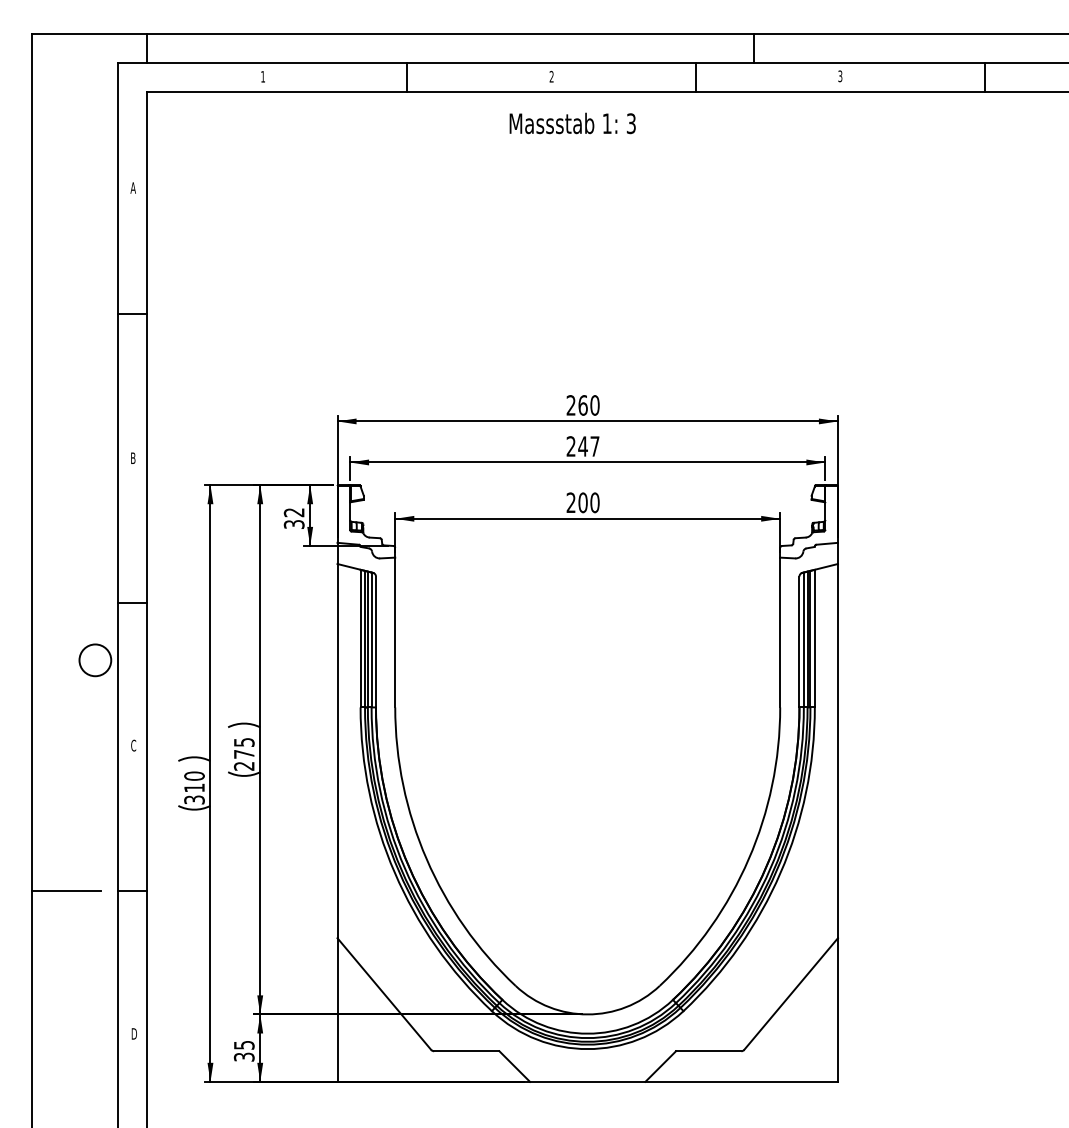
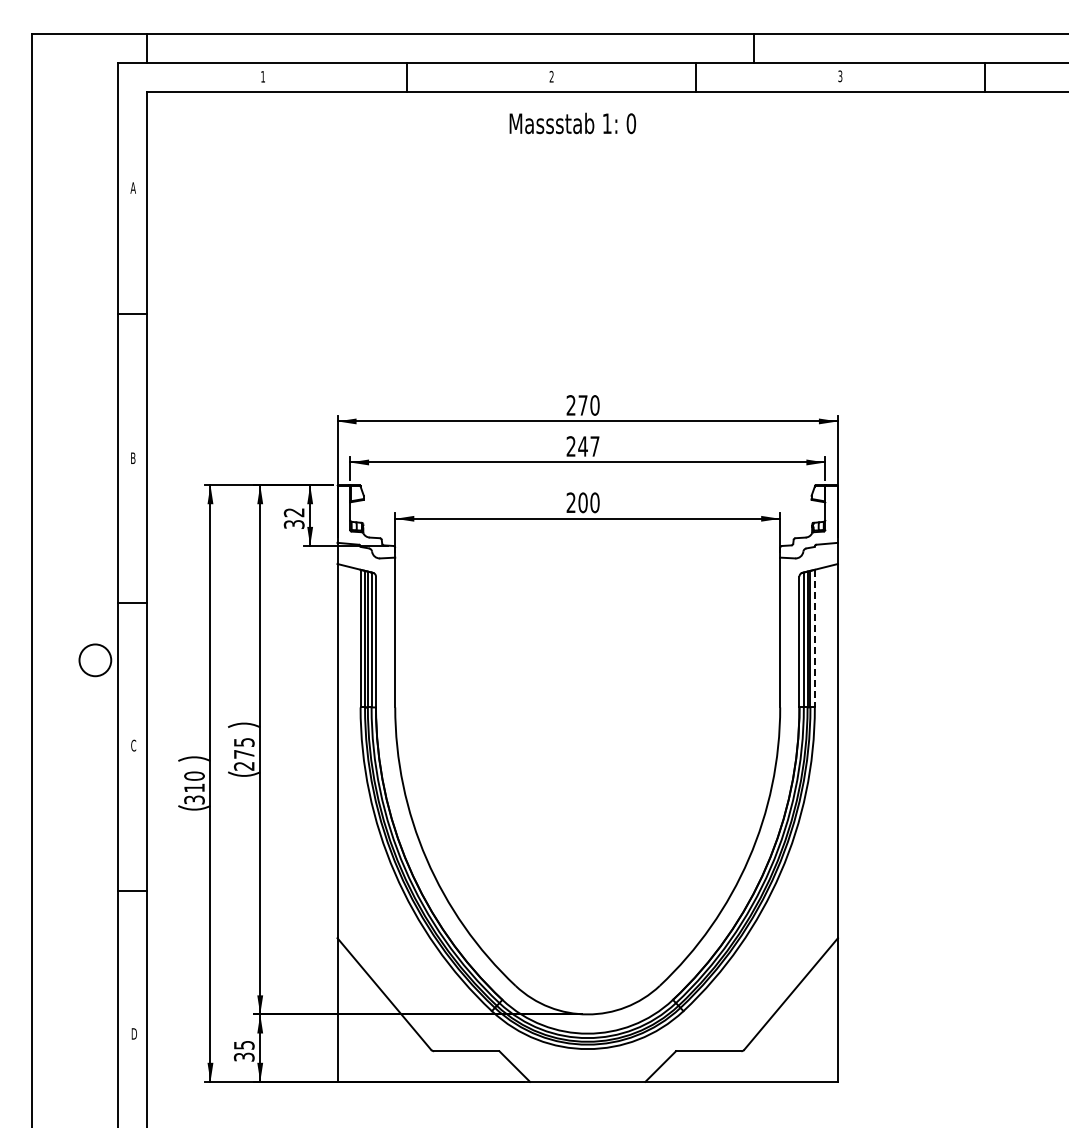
text at (631, 123): 3 -> 0
text at (582, 405): 260 -> 270
line at (814, 638): solid -> dashed
line at (66, 891): present -> none
